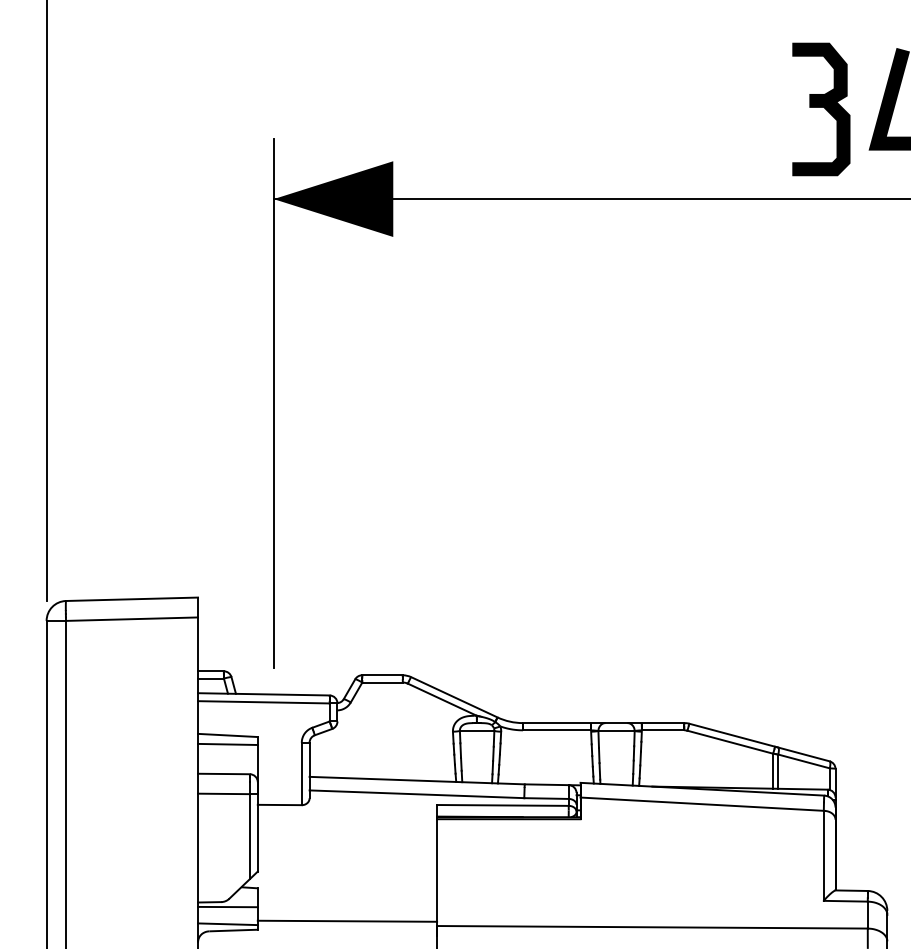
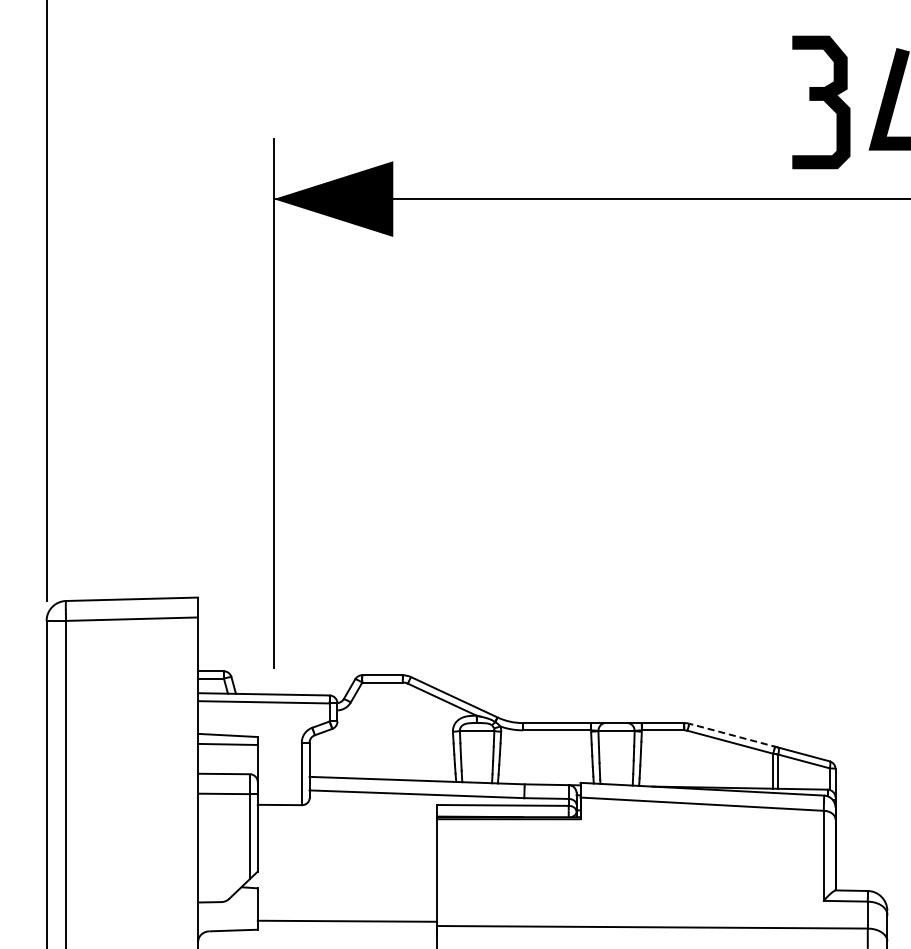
part at (821, 109) position: (821, 109) -> (821, 102)
line at (733, 735): solid -> dashed
line at (227, 906): present -> none
line at (227, 924): present -> none
